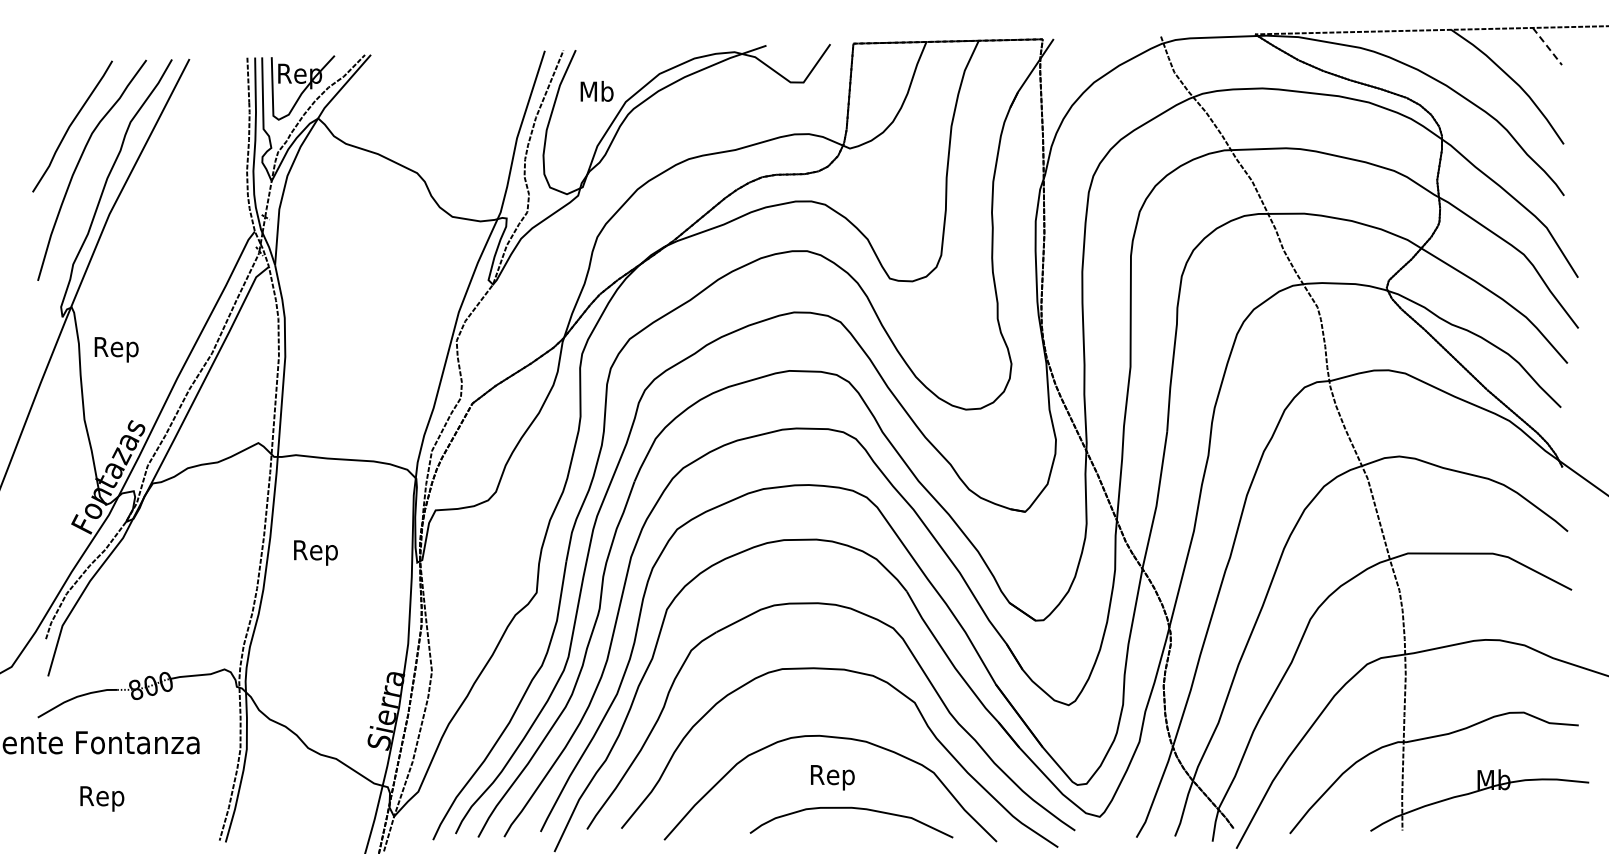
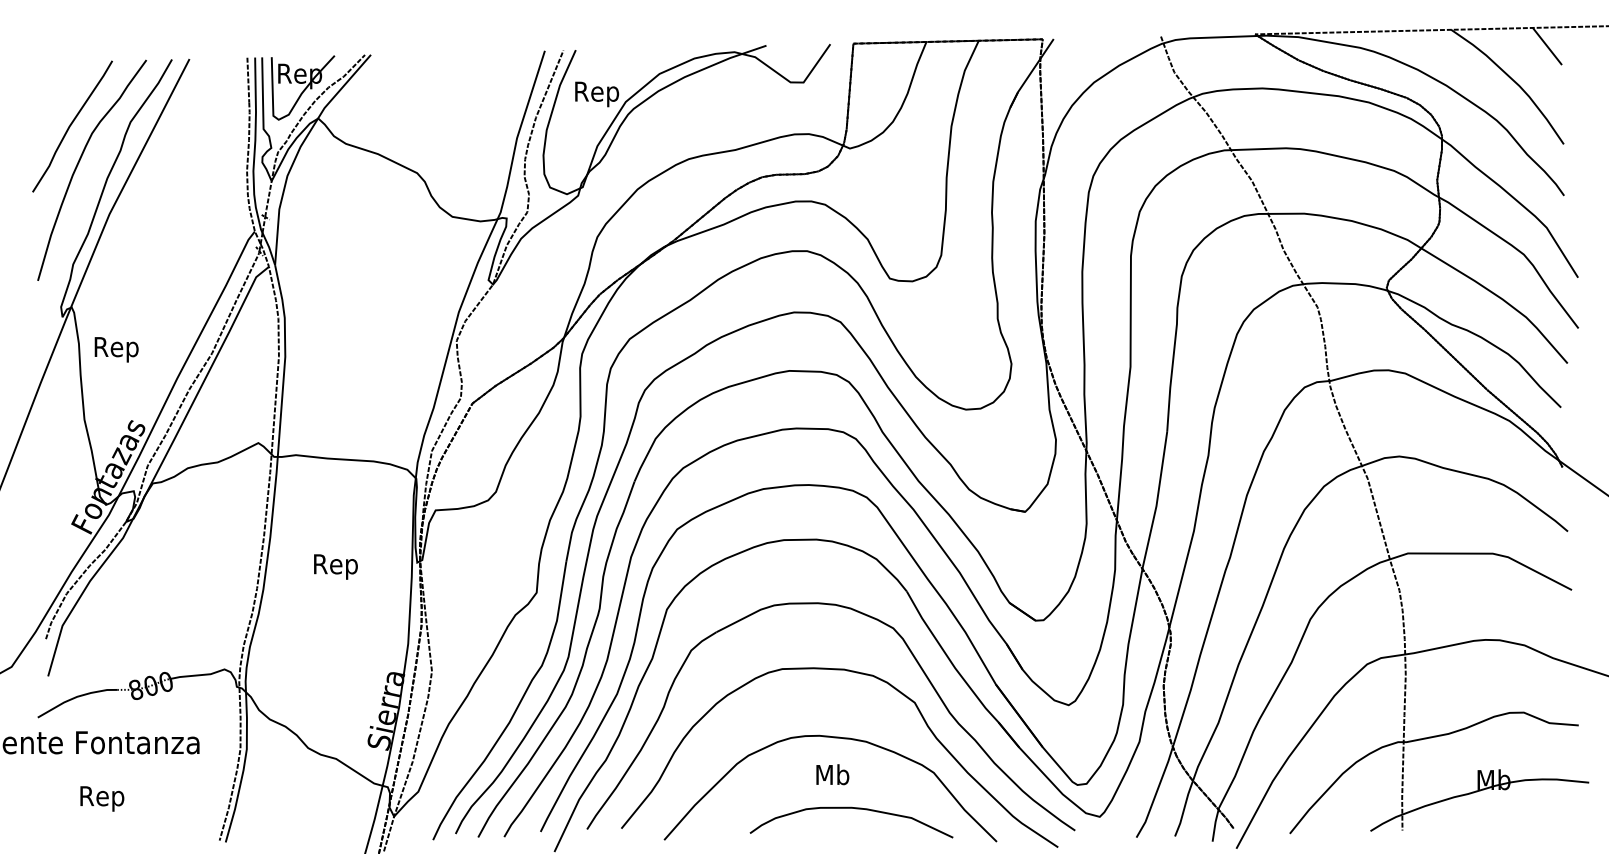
line at (1547, 46): dashed -> solid
text at (597, 93): Mb -> Rep
text at (315, 552) position: (315, 552) -> (335, 566)
text at (832, 777): Rep -> Mb
